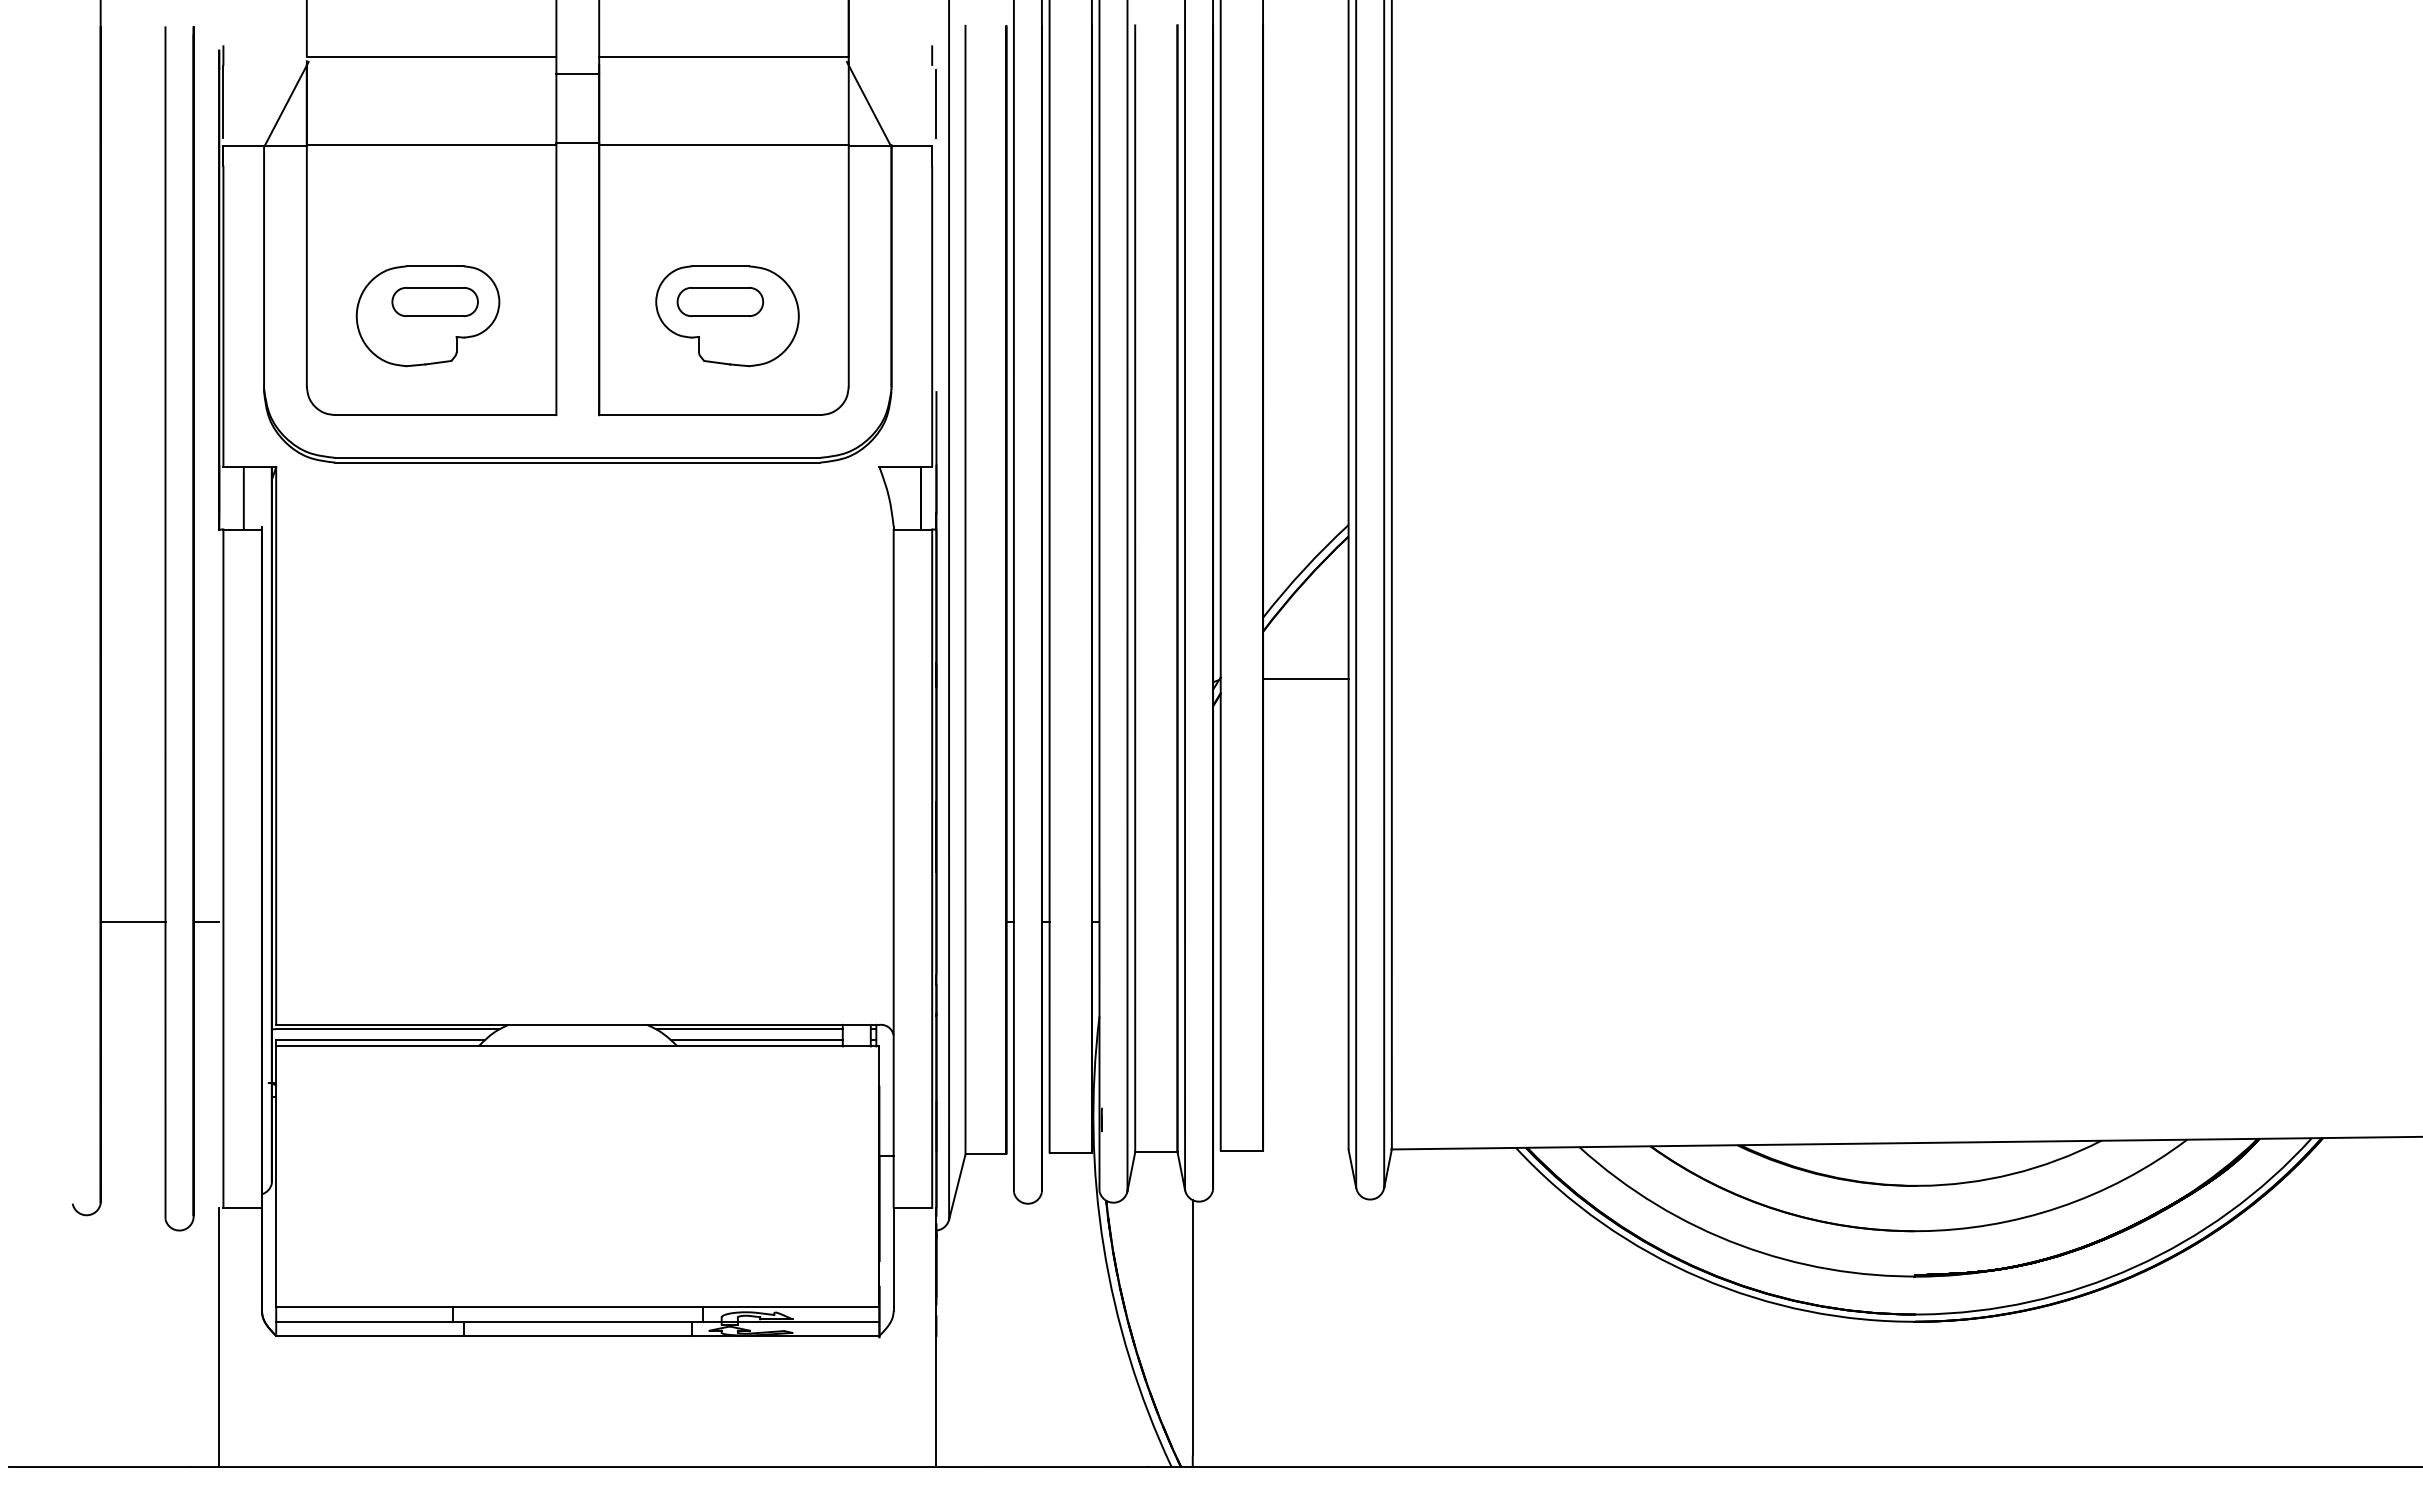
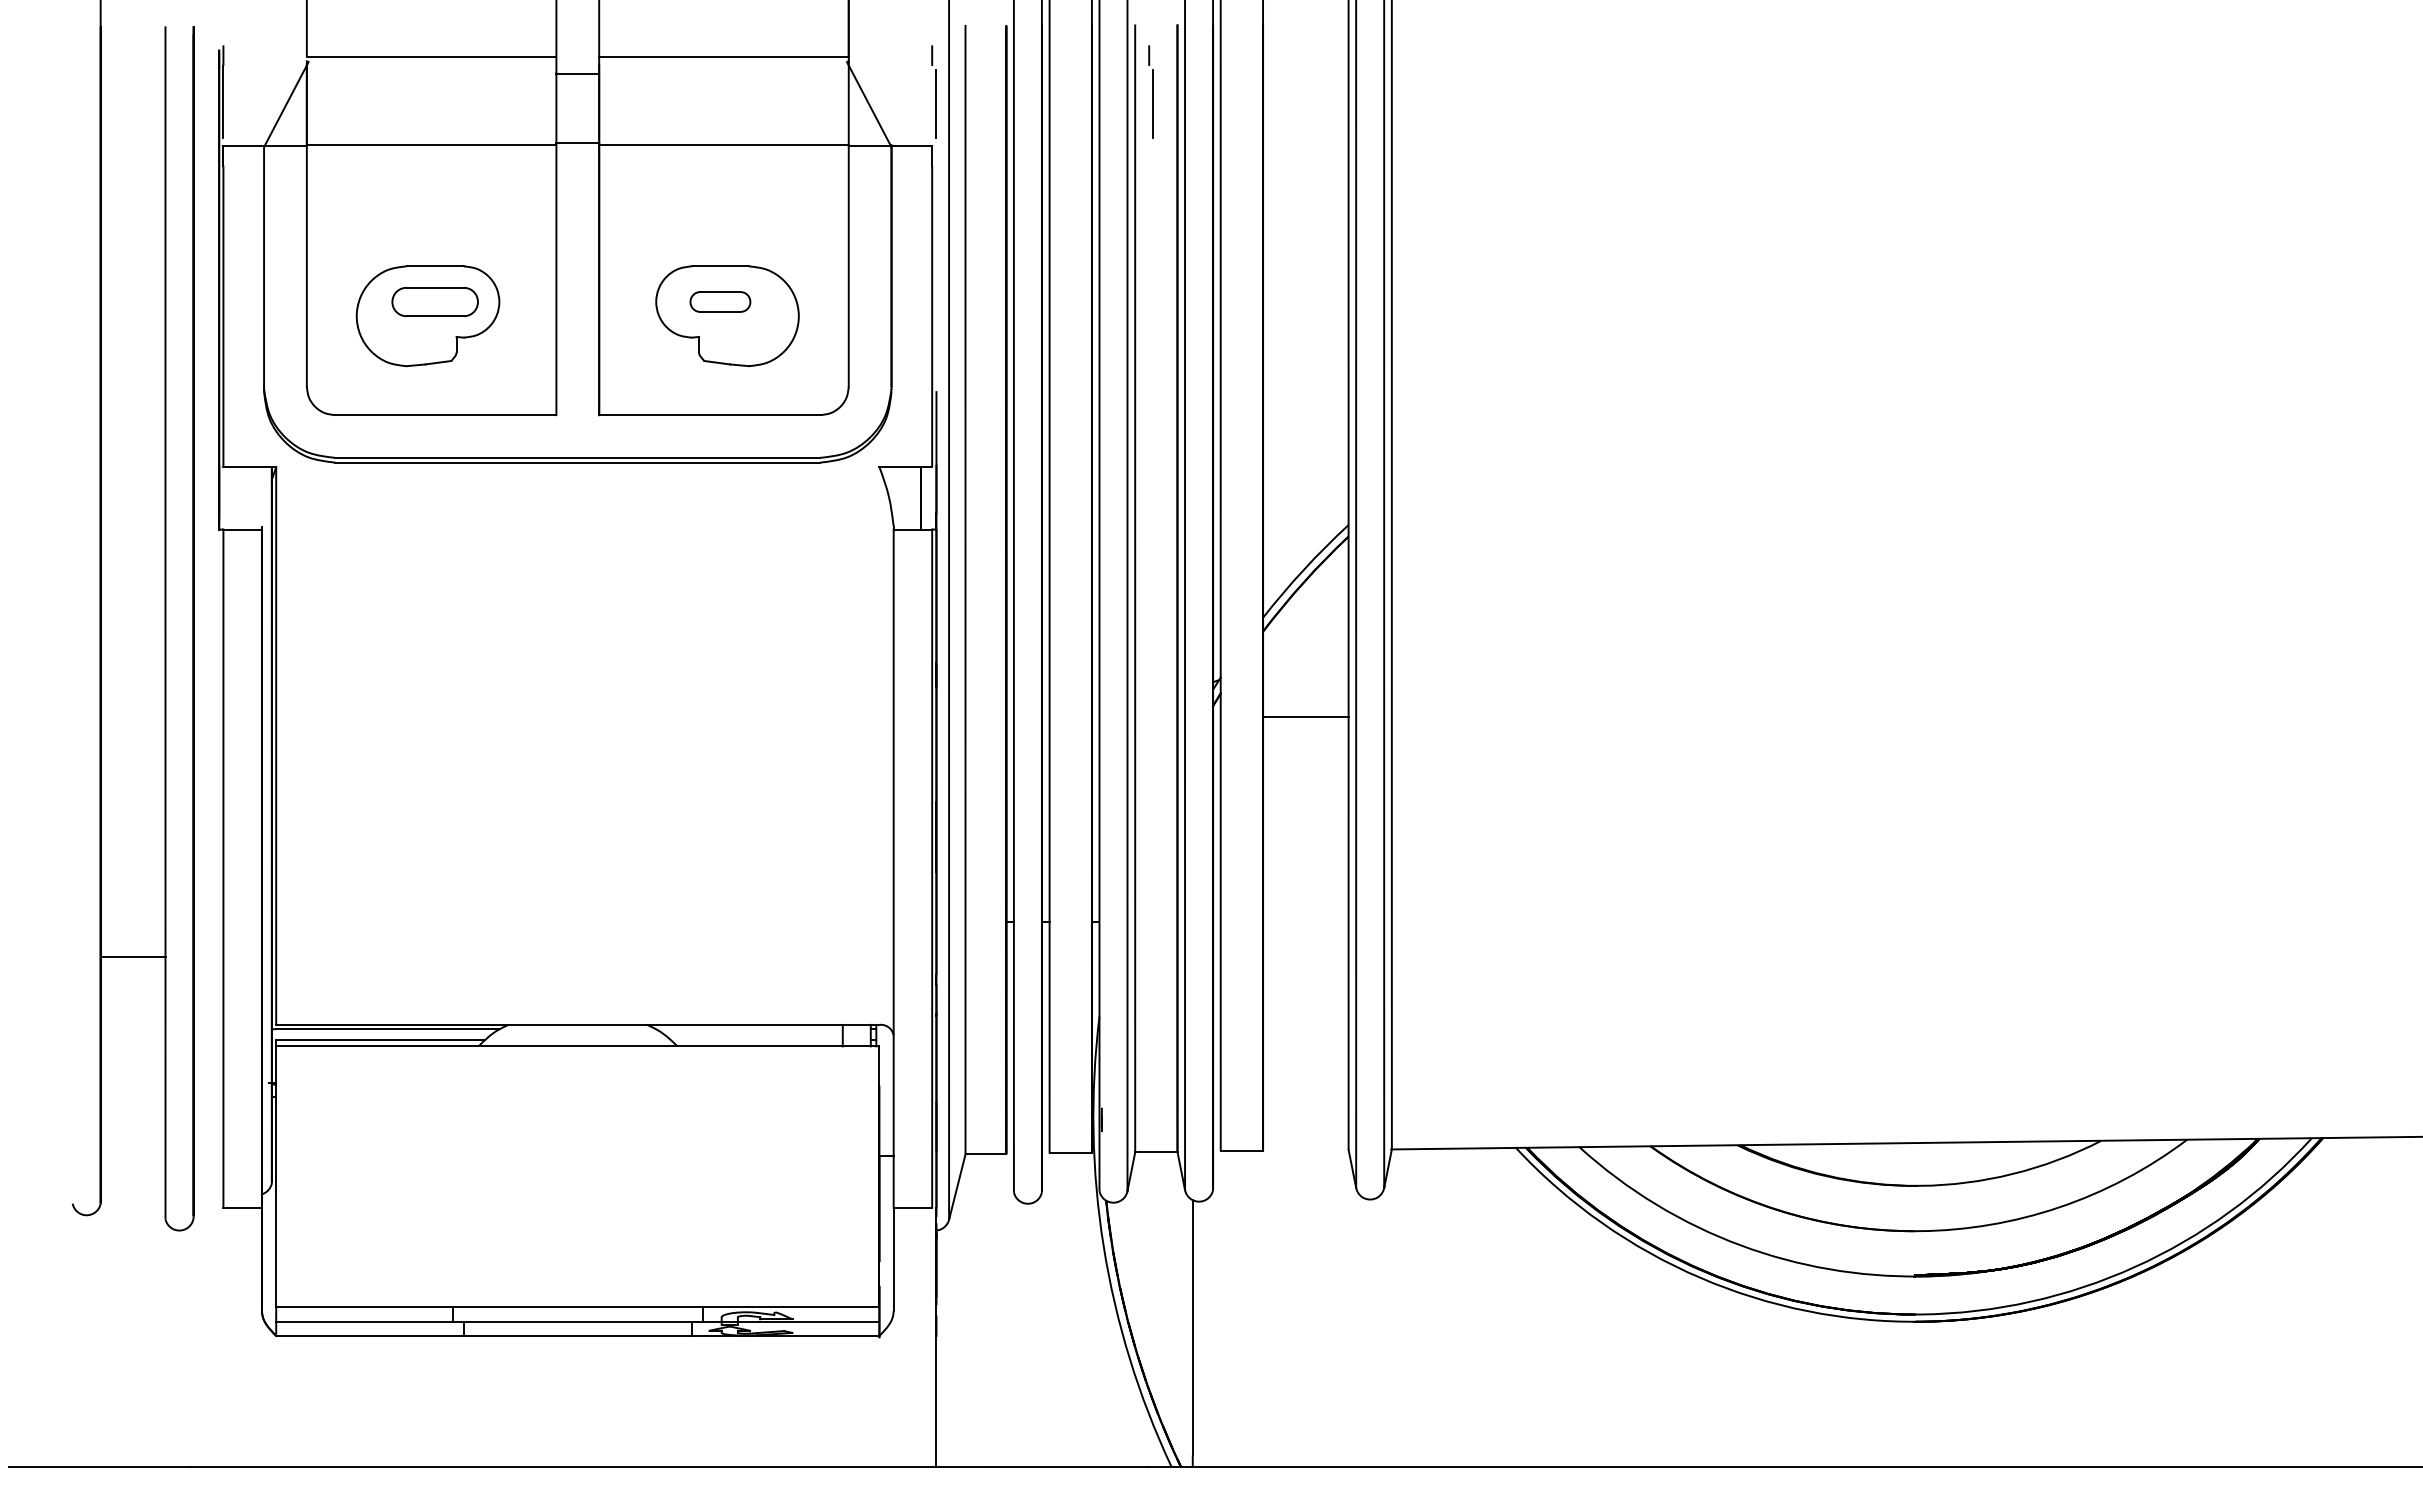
part at (1150, 91): none -> present
part at (720, 301) size: 89x32 px -> 63x22 px
line at (243, 498): present -> none
line at (1305, 678) position: (1305, 678) -> (1305, 716)
line at (132, 922) position: (132, 922) -> (132, 957)
line at (206, 922): present -> none
line at (748, 1029): present -> none
line at (756, 1039): present -> none
line at (219, 1336): present -> none
